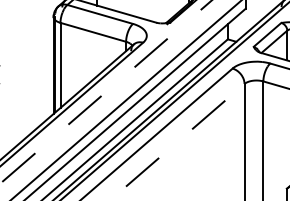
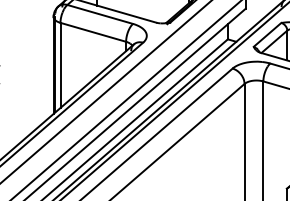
line at (106, 91): dashed -> solid
line at (177, 142): dashed -> solid
